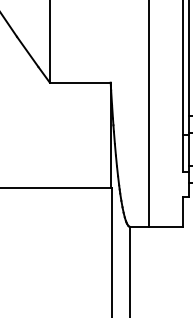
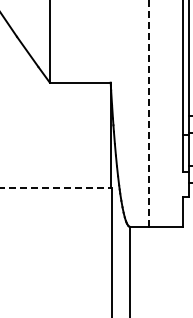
line at (148, 113): solid -> dashed
line at (56, 188): solid -> dashed
